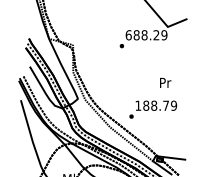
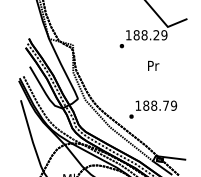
text at (128, 35): 688.29 -> 188.29
text at (165, 82) position: (165, 82) -> (153, 65)
